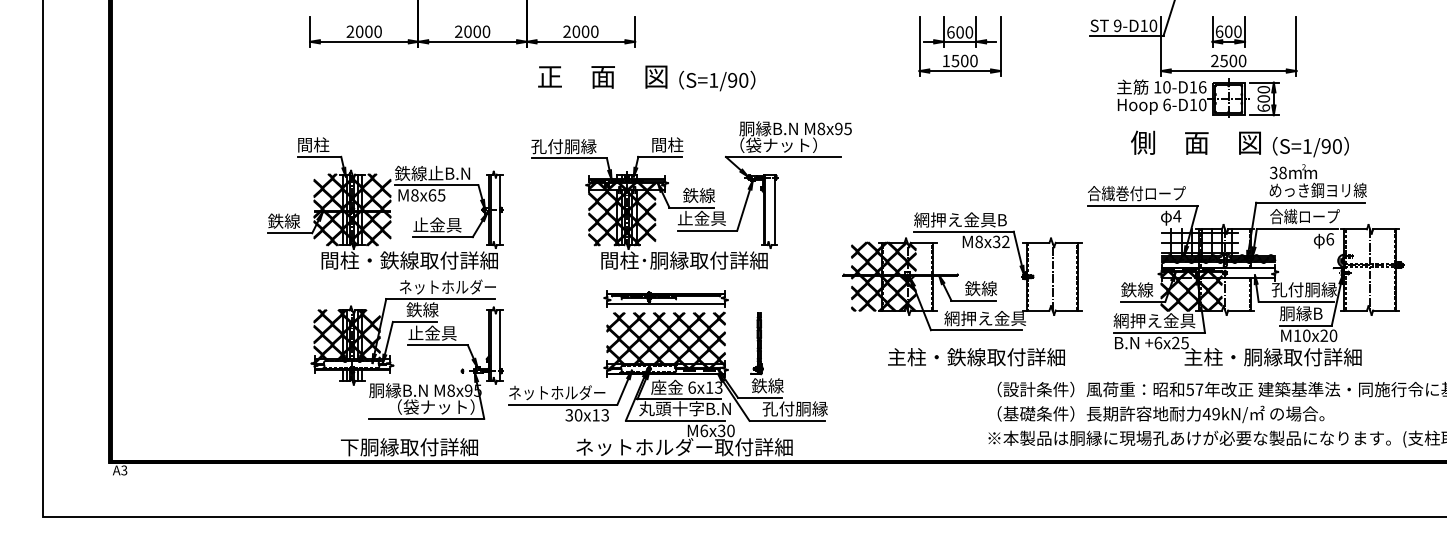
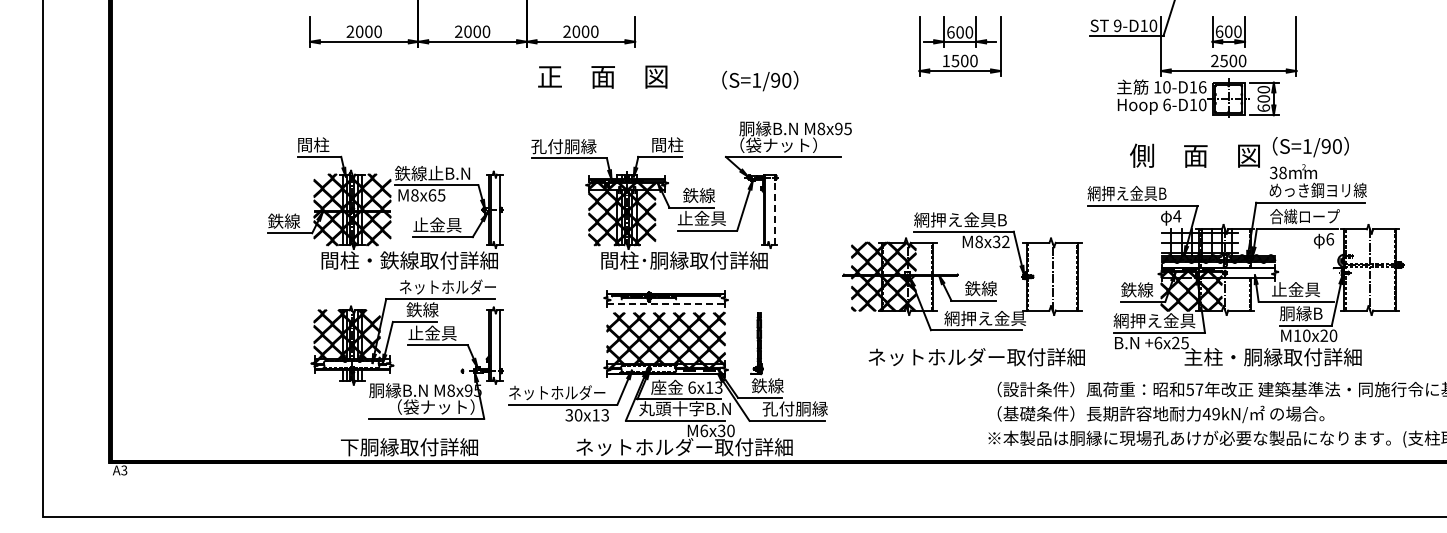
text at (717, 80) position: (717, 80) -> (760, 80)
text at (1195, 142) position: (1195, 142) -> (1194, 155)
text at (1136, 193): 合繊巻付ロープ -> 網押え金具B
line at (775, 209): solid -> dashed
text at (1303, 289): 孔付胴縁 -> 止金具
line at (666, 304): solid -> dashed
text at (976, 357): 主柱・鉄線取付詳細 -> ネットホルダー取付詳細
